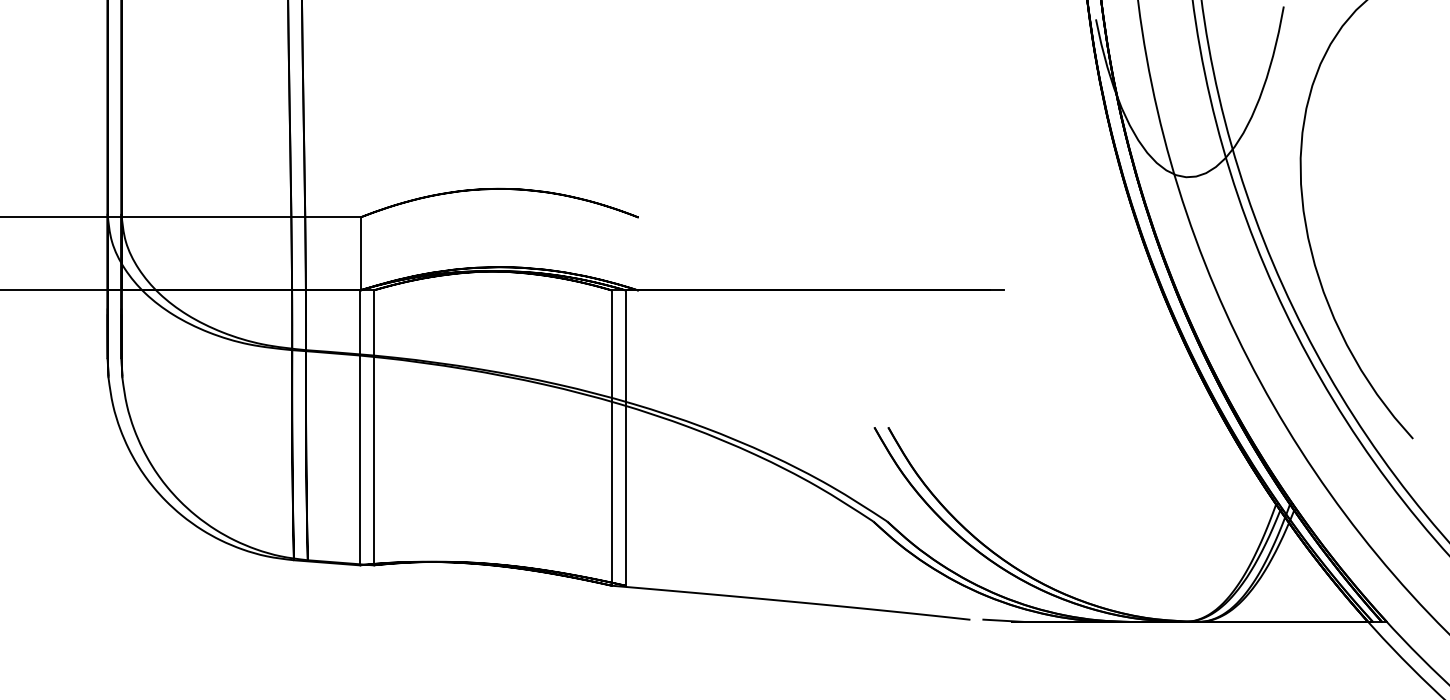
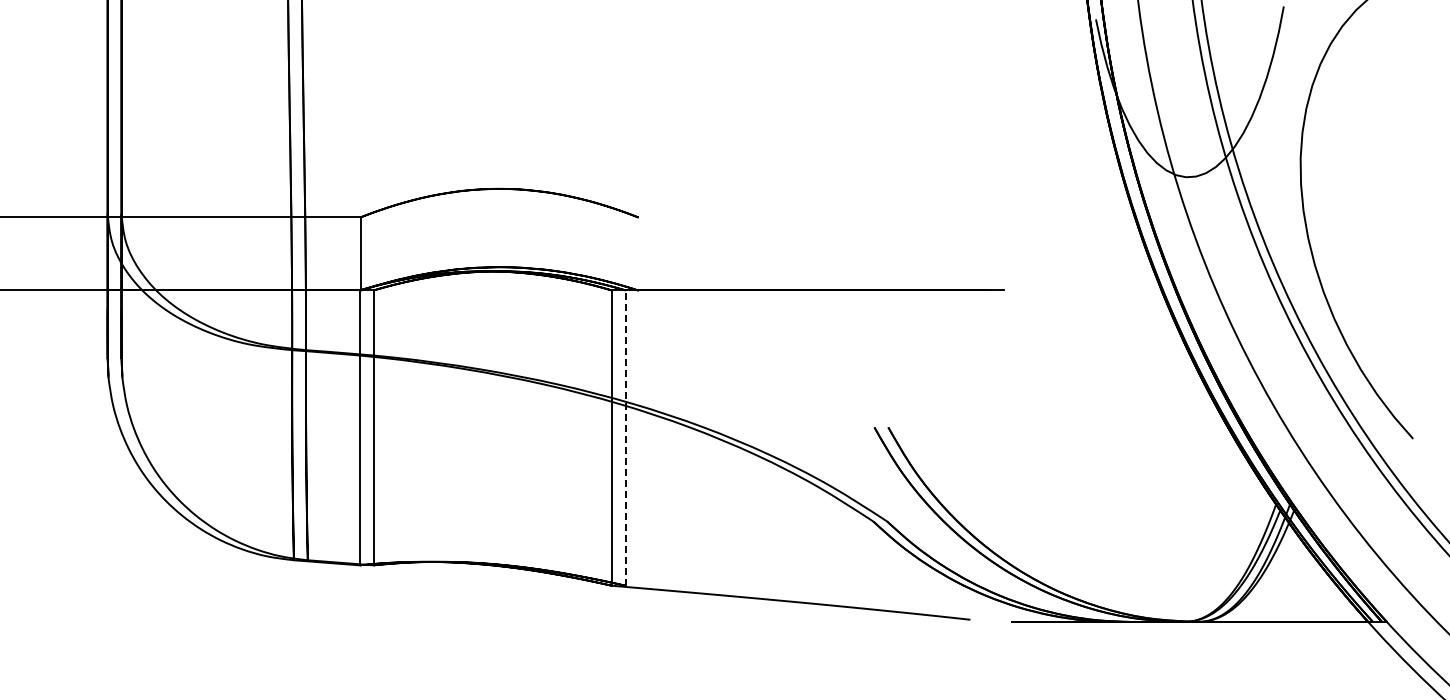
line at (625, 438): solid -> dashed
line at (1004, 620): present -> none
